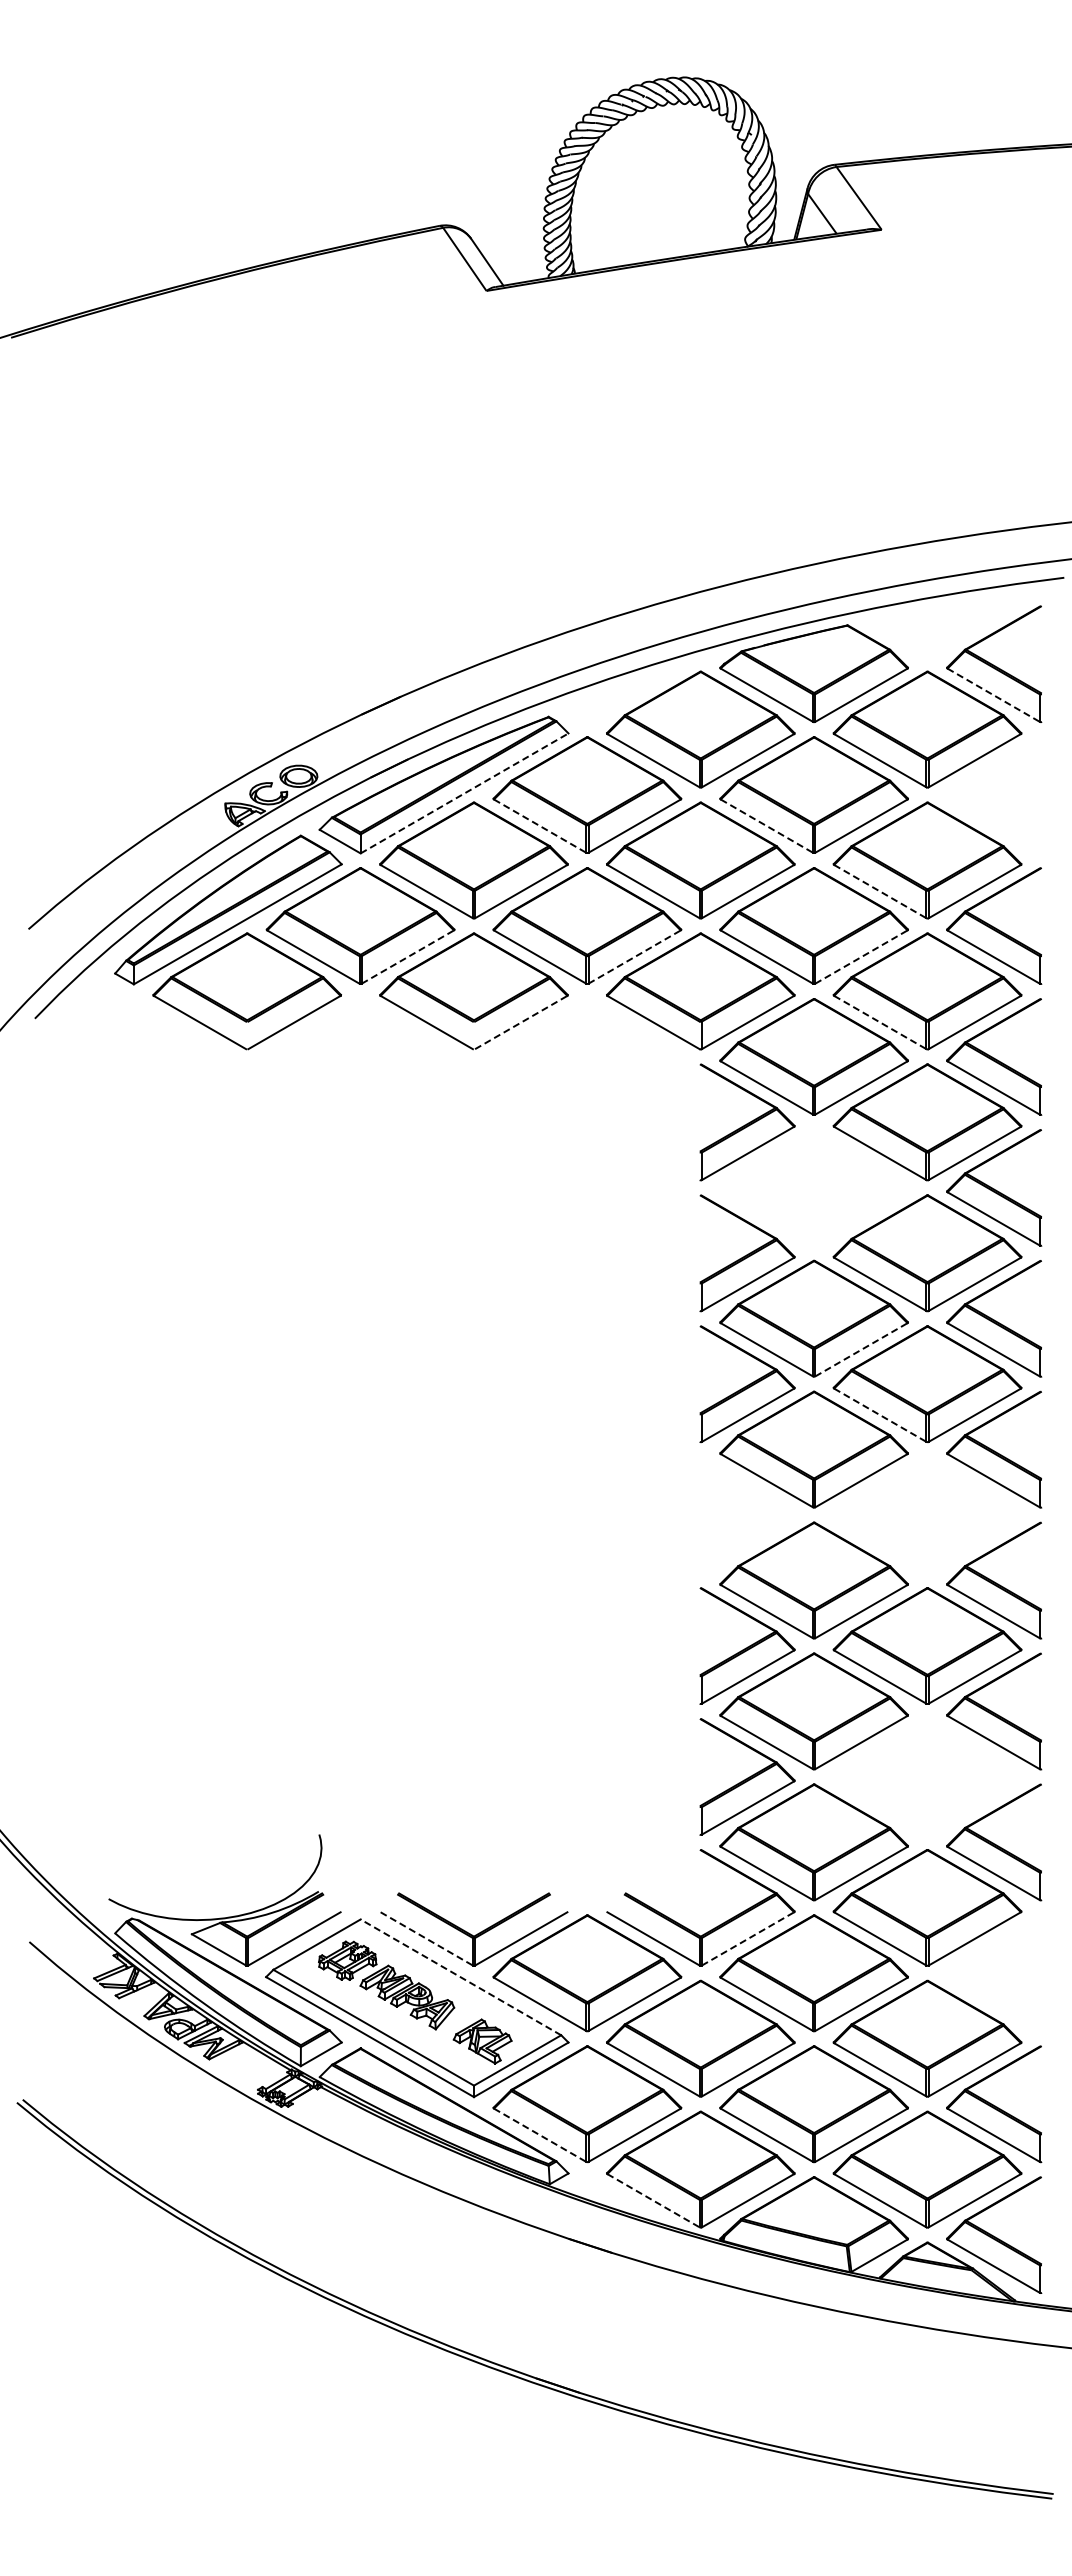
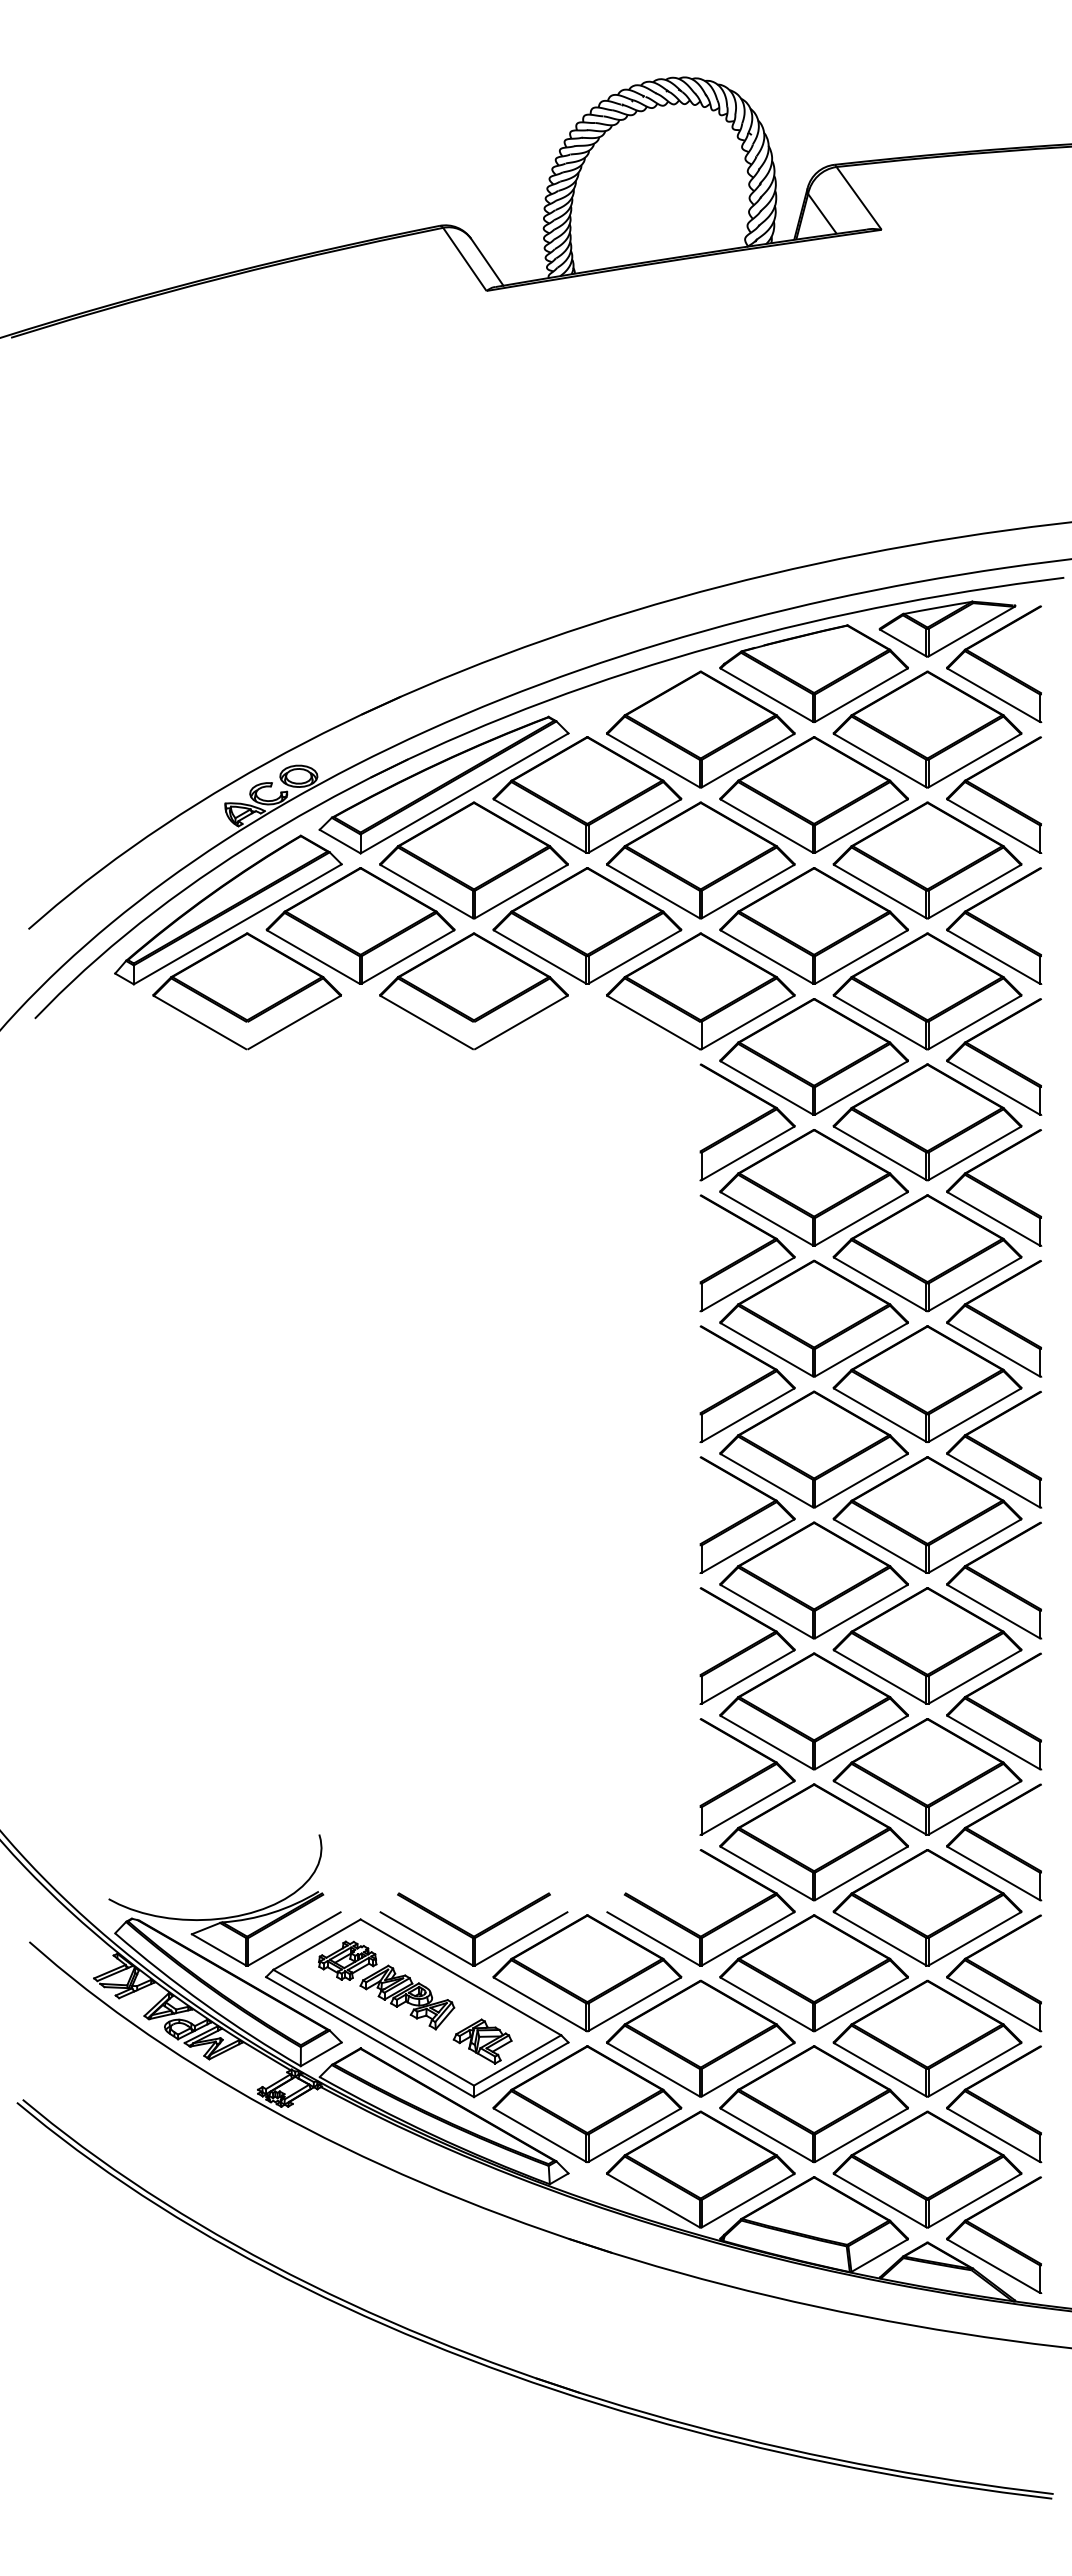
part at (947, 628): none -> present
line at (994, 695): dashed -> solid
line at (465, 793): dashed -> solid
part at (994, 794): none -> present
line at (540, 826): dashed -> solid
line at (767, 826): dashed -> solid
line at (880, 891): dashed -> solid
line at (408, 956): dashed -> solid
line at (635, 956): dashed -> solid
line at (861, 956): dashed -> solid
line at (521, 1022): dashed -> solid
line at (880, 1022): dashed -> solid
part at (813, 1187): none -> present
line at (861, 1349): dashed -> solid
line at (880, 1415): dashed -> solid
part at (747, 1514): none -> present
part at (927, 1514): none -> present
part at (927, 1776): none -> present
line at (748, 1938): dashed -> solid
line at (427, 1939): dashed -> solid
part at (994, 1973): none -> present
line at (460, 1977): dashed -> solid
line at (540, 2135): dashed -> solid
line at (653, 2200): dashed -> solid
